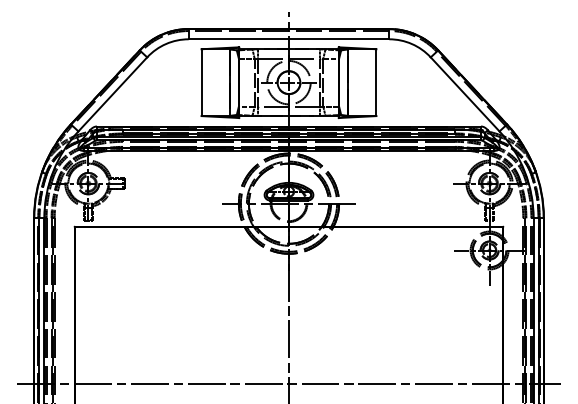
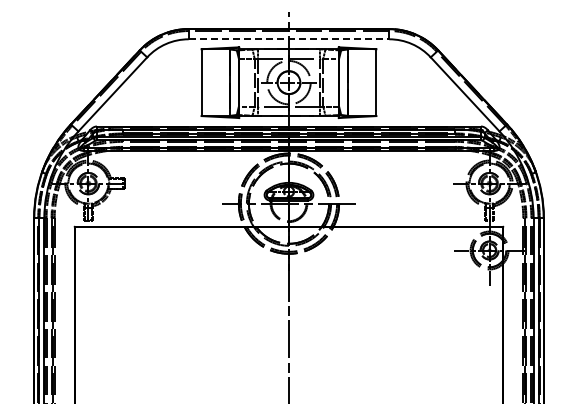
line at (289, 39): solid -> dashed
line at (288, 384): present -> none
